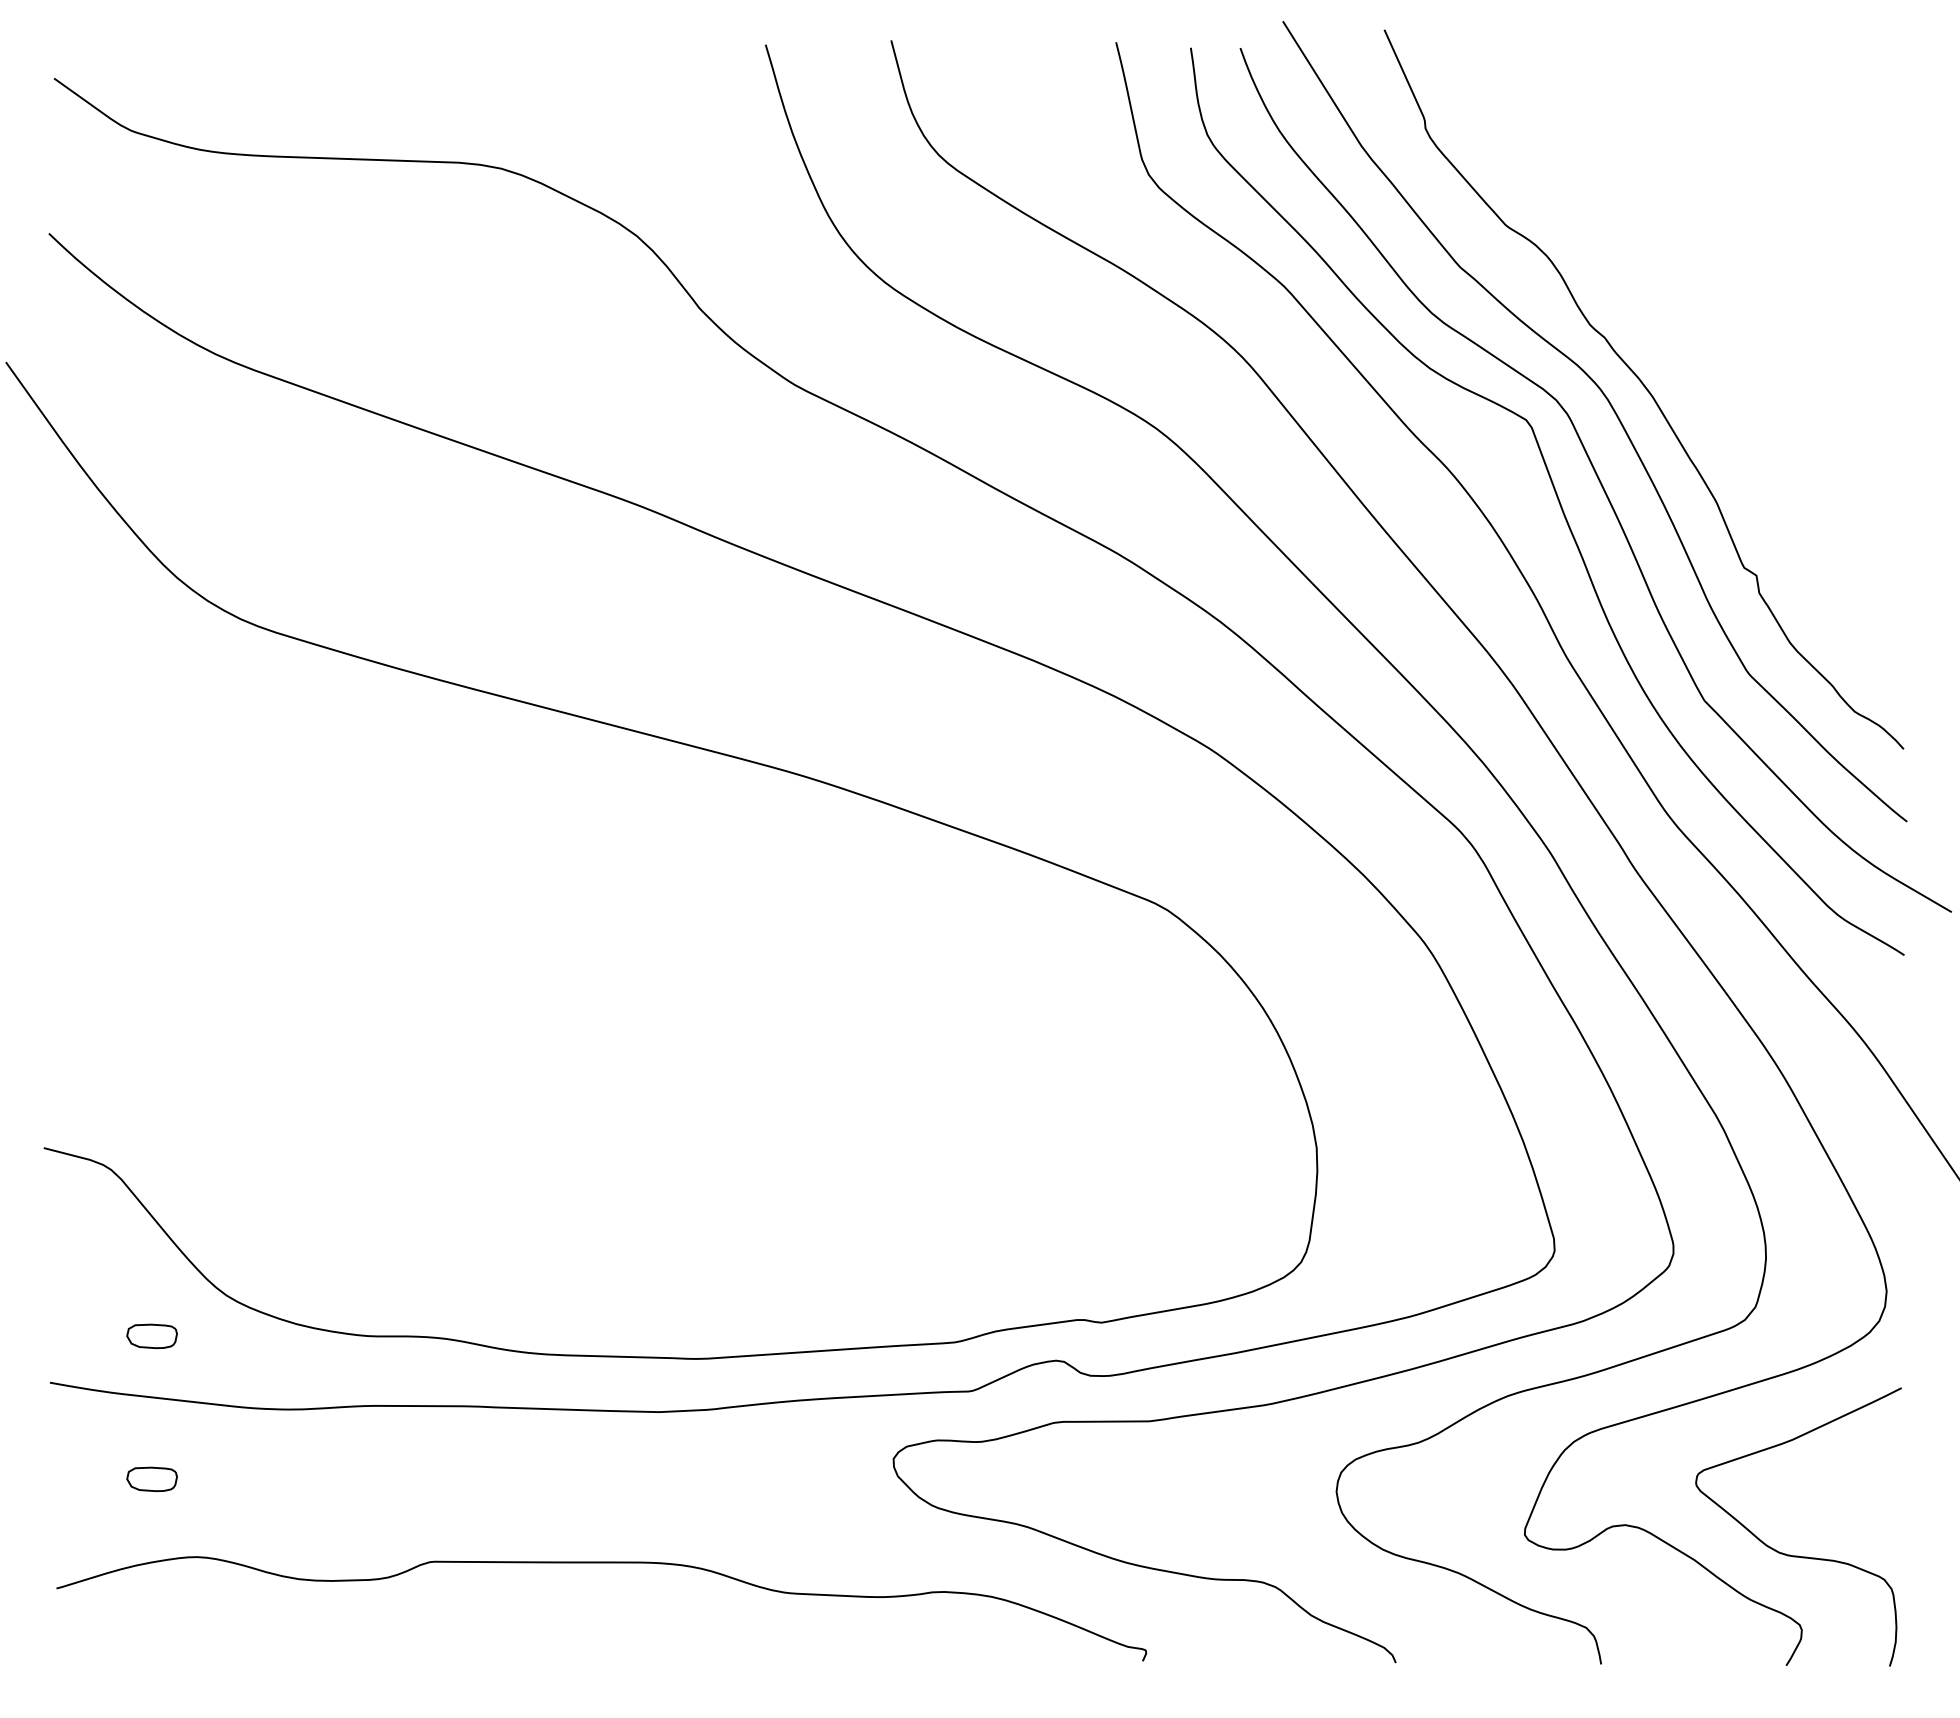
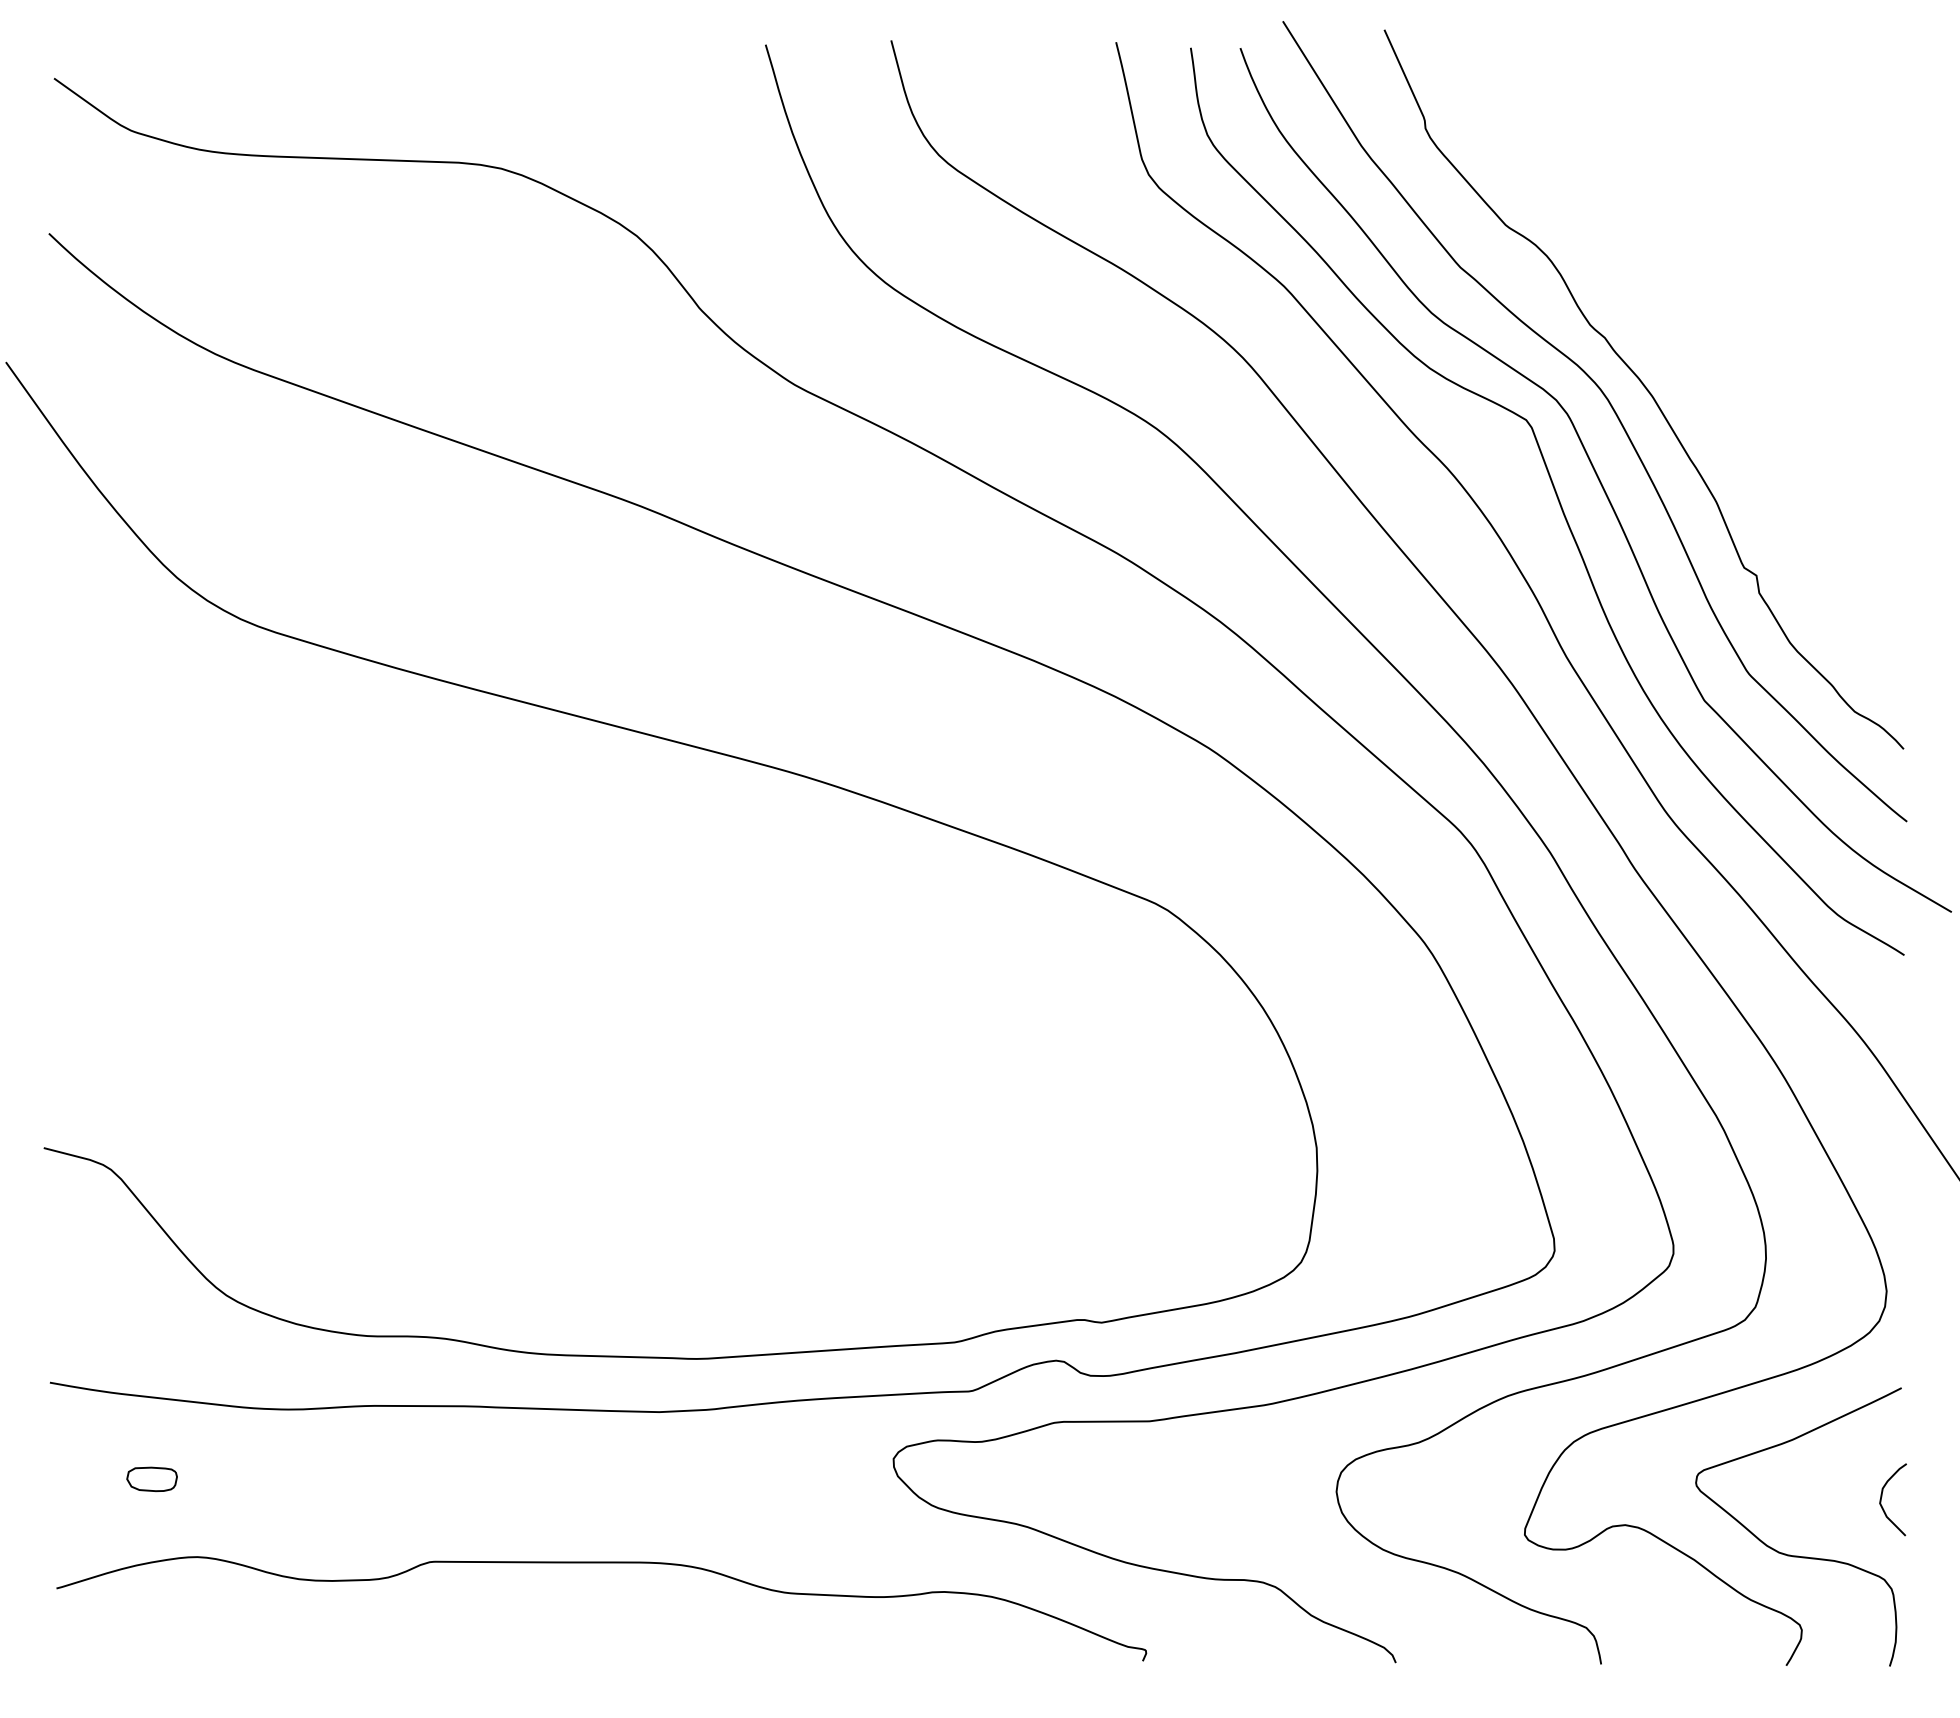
part at (151, 1336): present -> none
curve at (1882, 1497): none -> present
